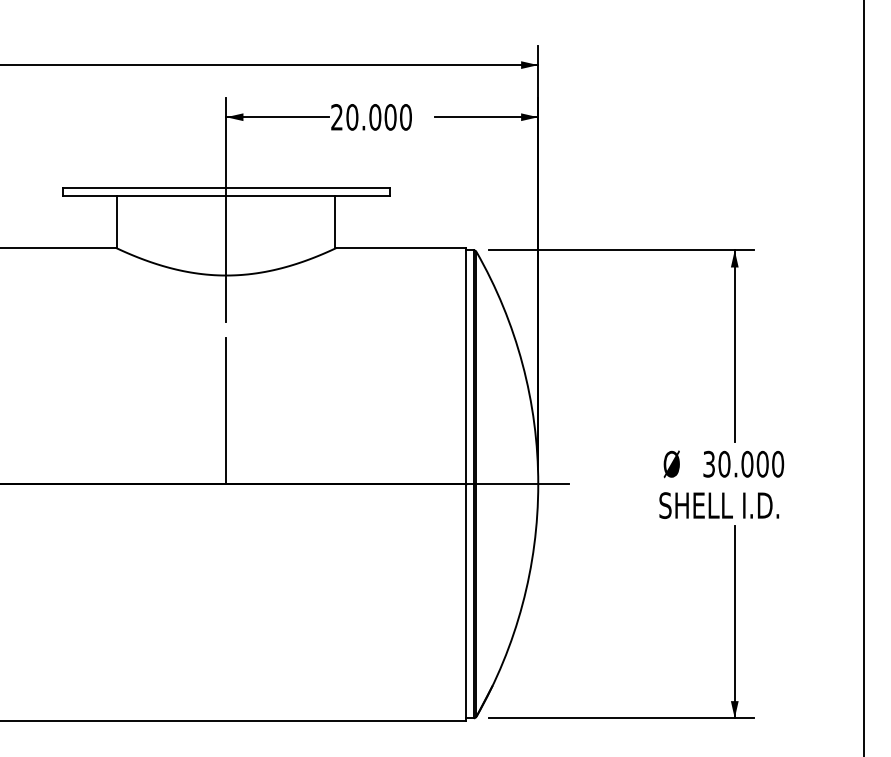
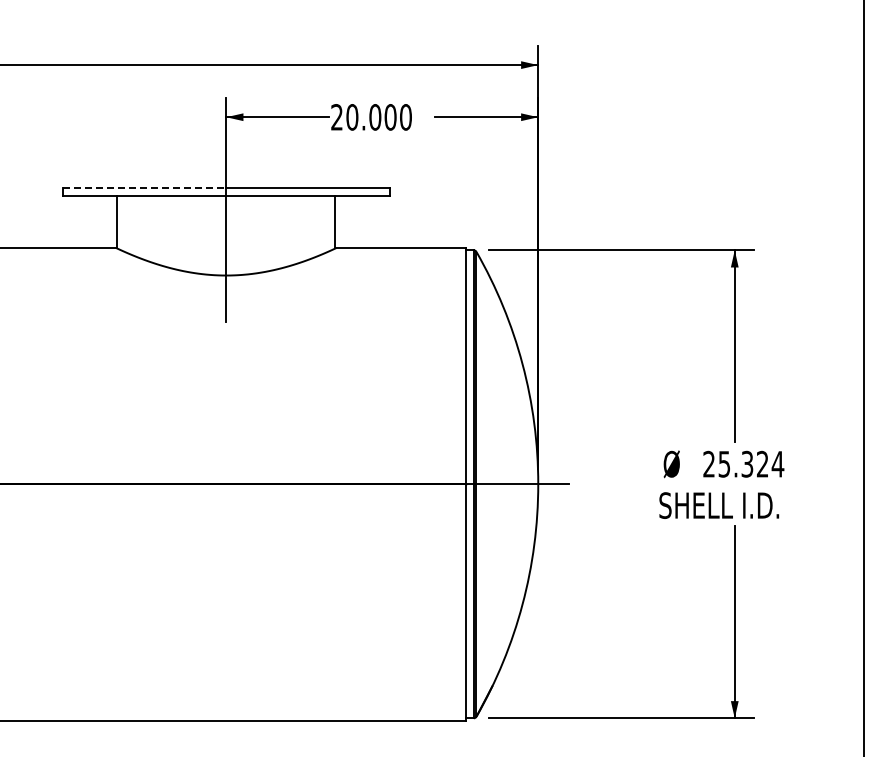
line at (144, 187): solid -> dashed
line at (226, 410): present -> none
text at (743, 463): 30.000 -> 25.324
